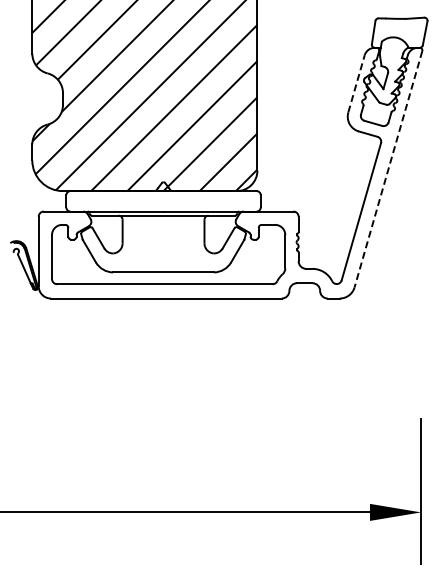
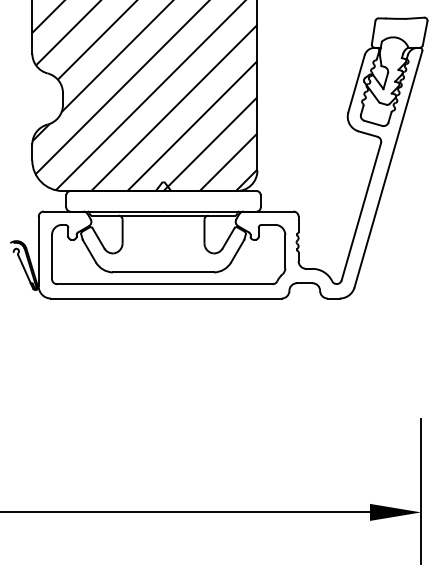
line at (356, 83): dashed -> solid
line at (388, 169): dashed -> solid
